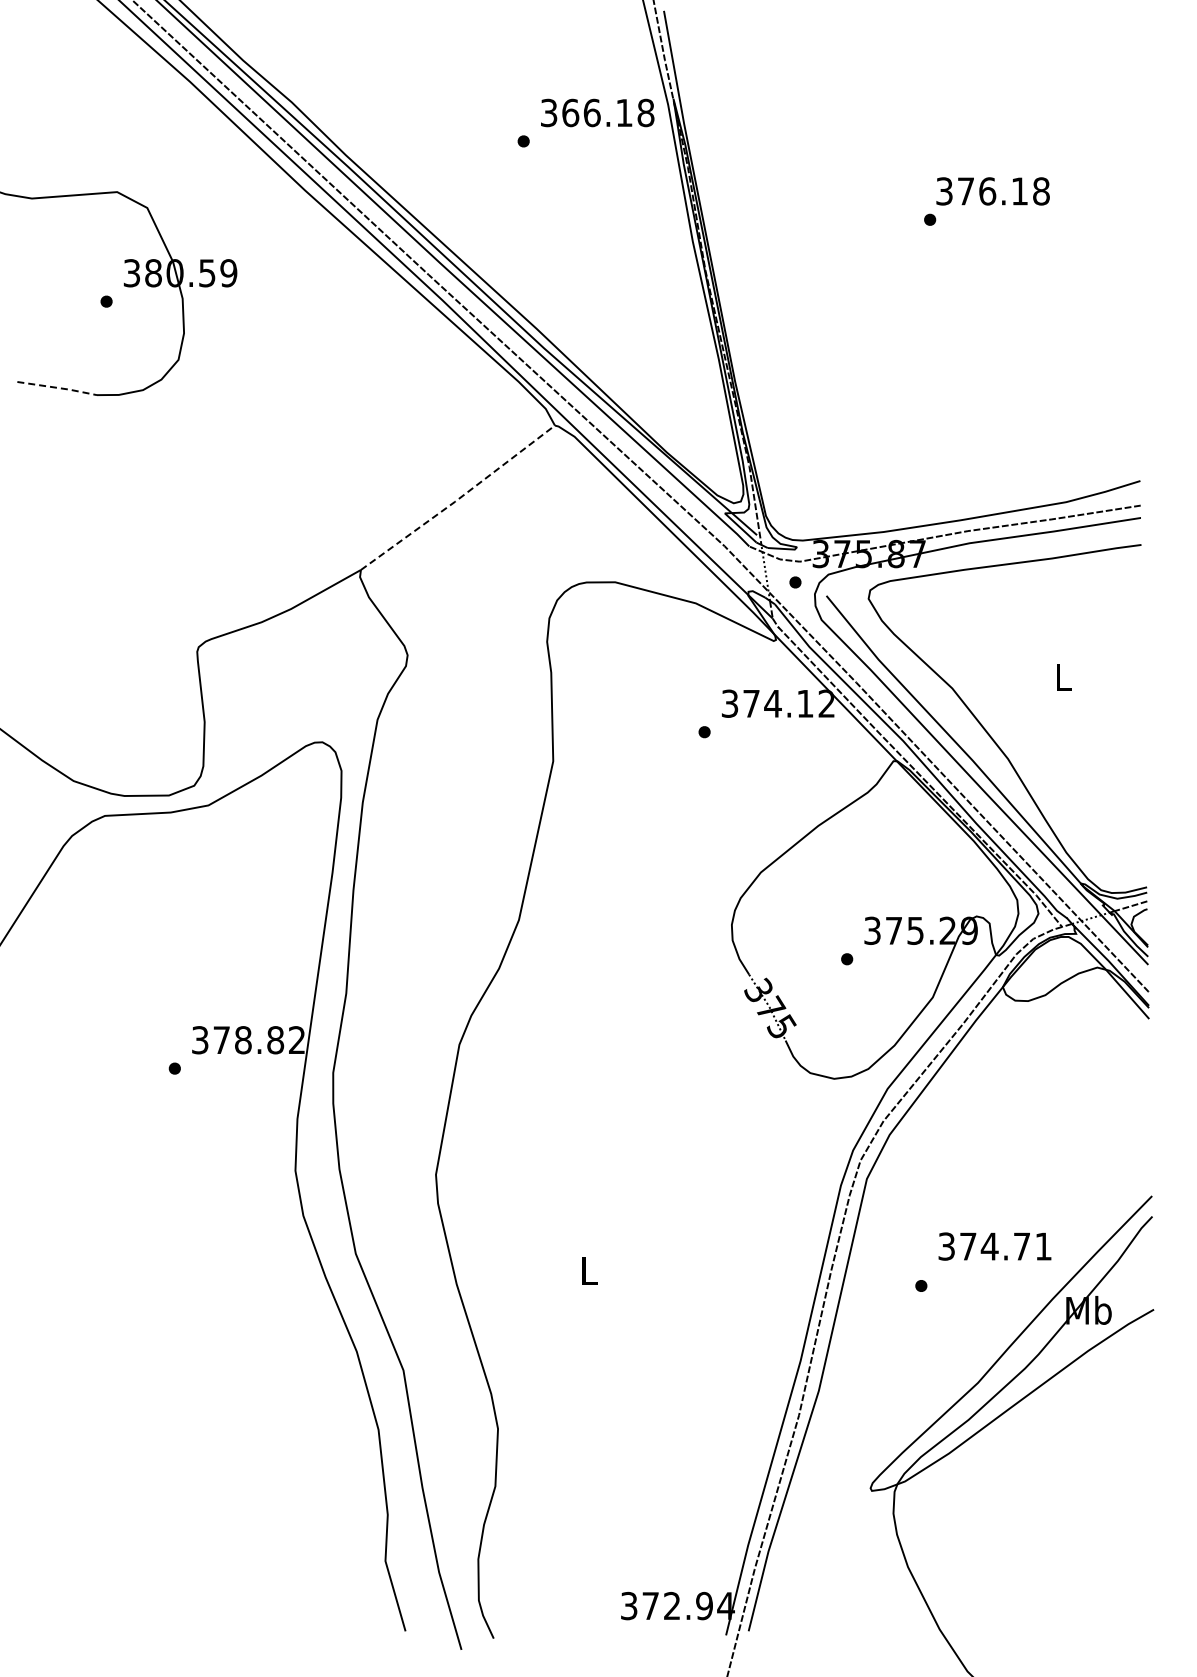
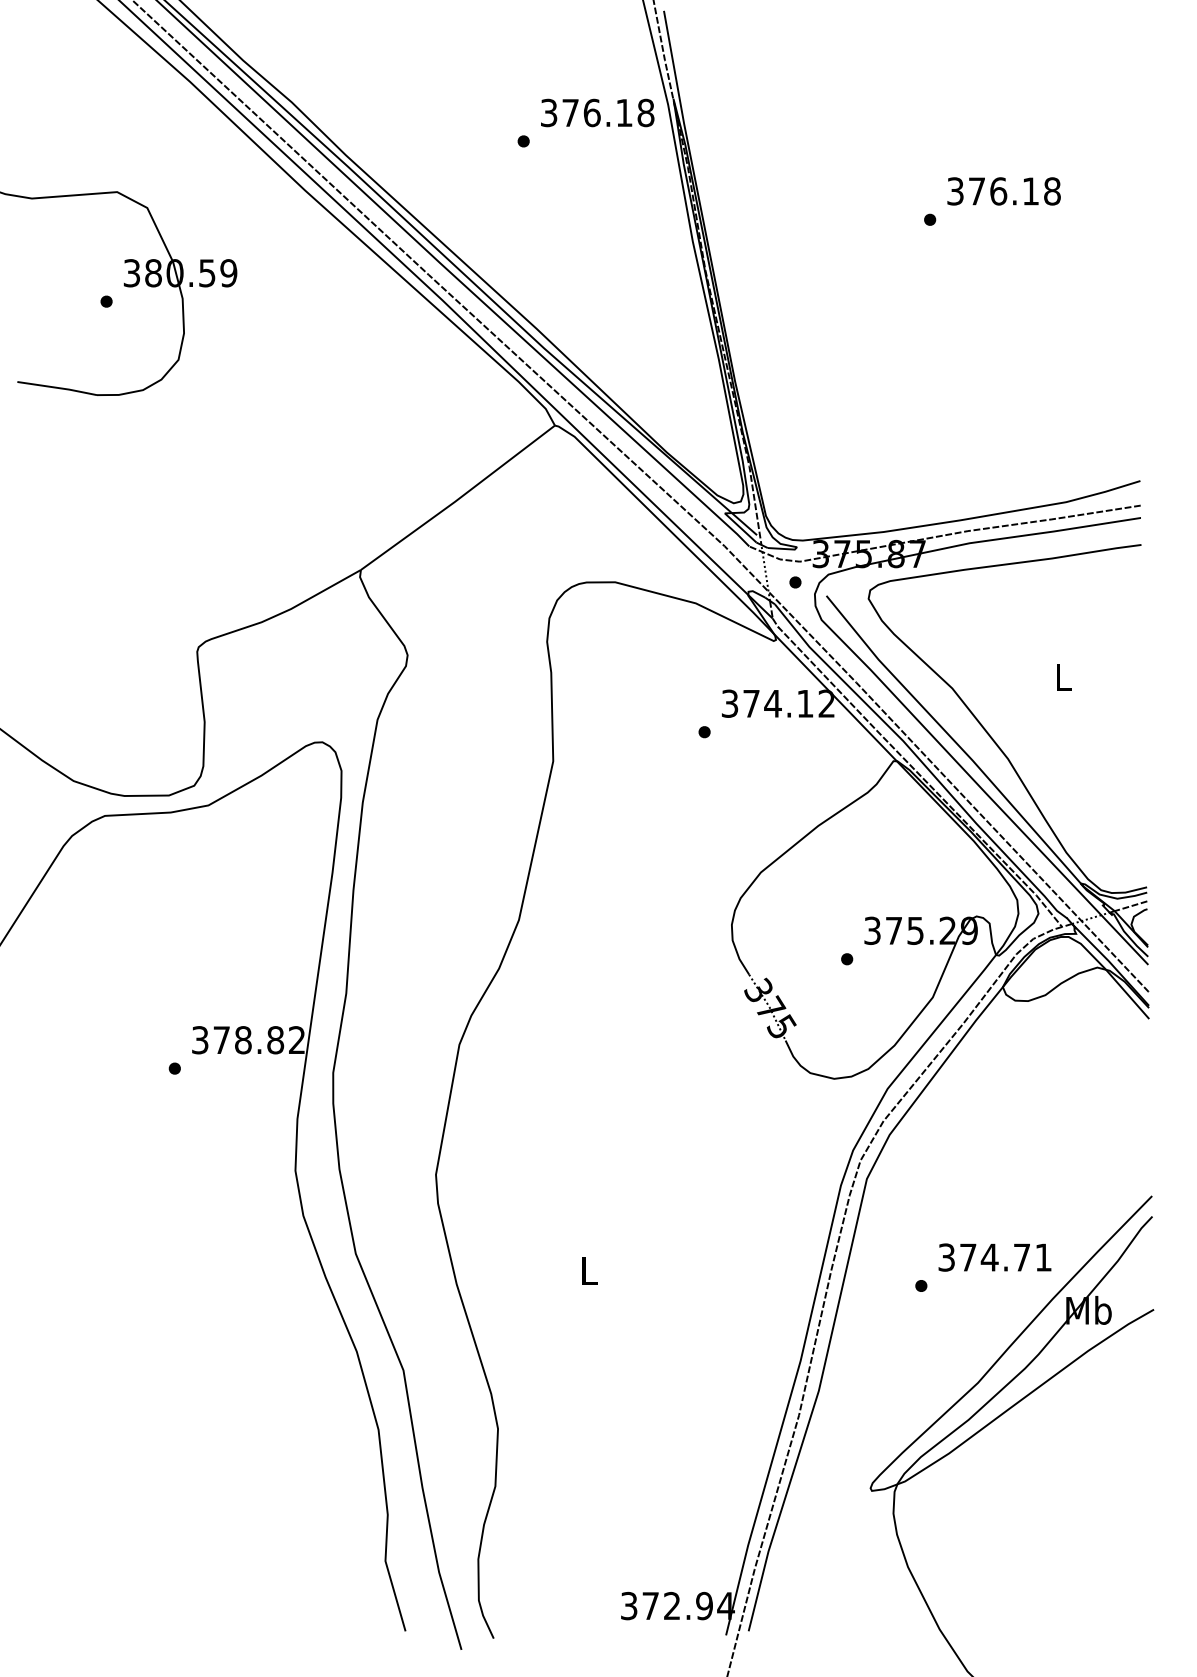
text at (570, 112): 366.18 -> 376.18
text at (992, 191) position: (992, 191) -> (1003, 191)
line at (58, 388): dashed -> solid
line at (458, 499): dashed -> solid
text at (994, 1246) position: (994, 1246) -> (994, 1257)
